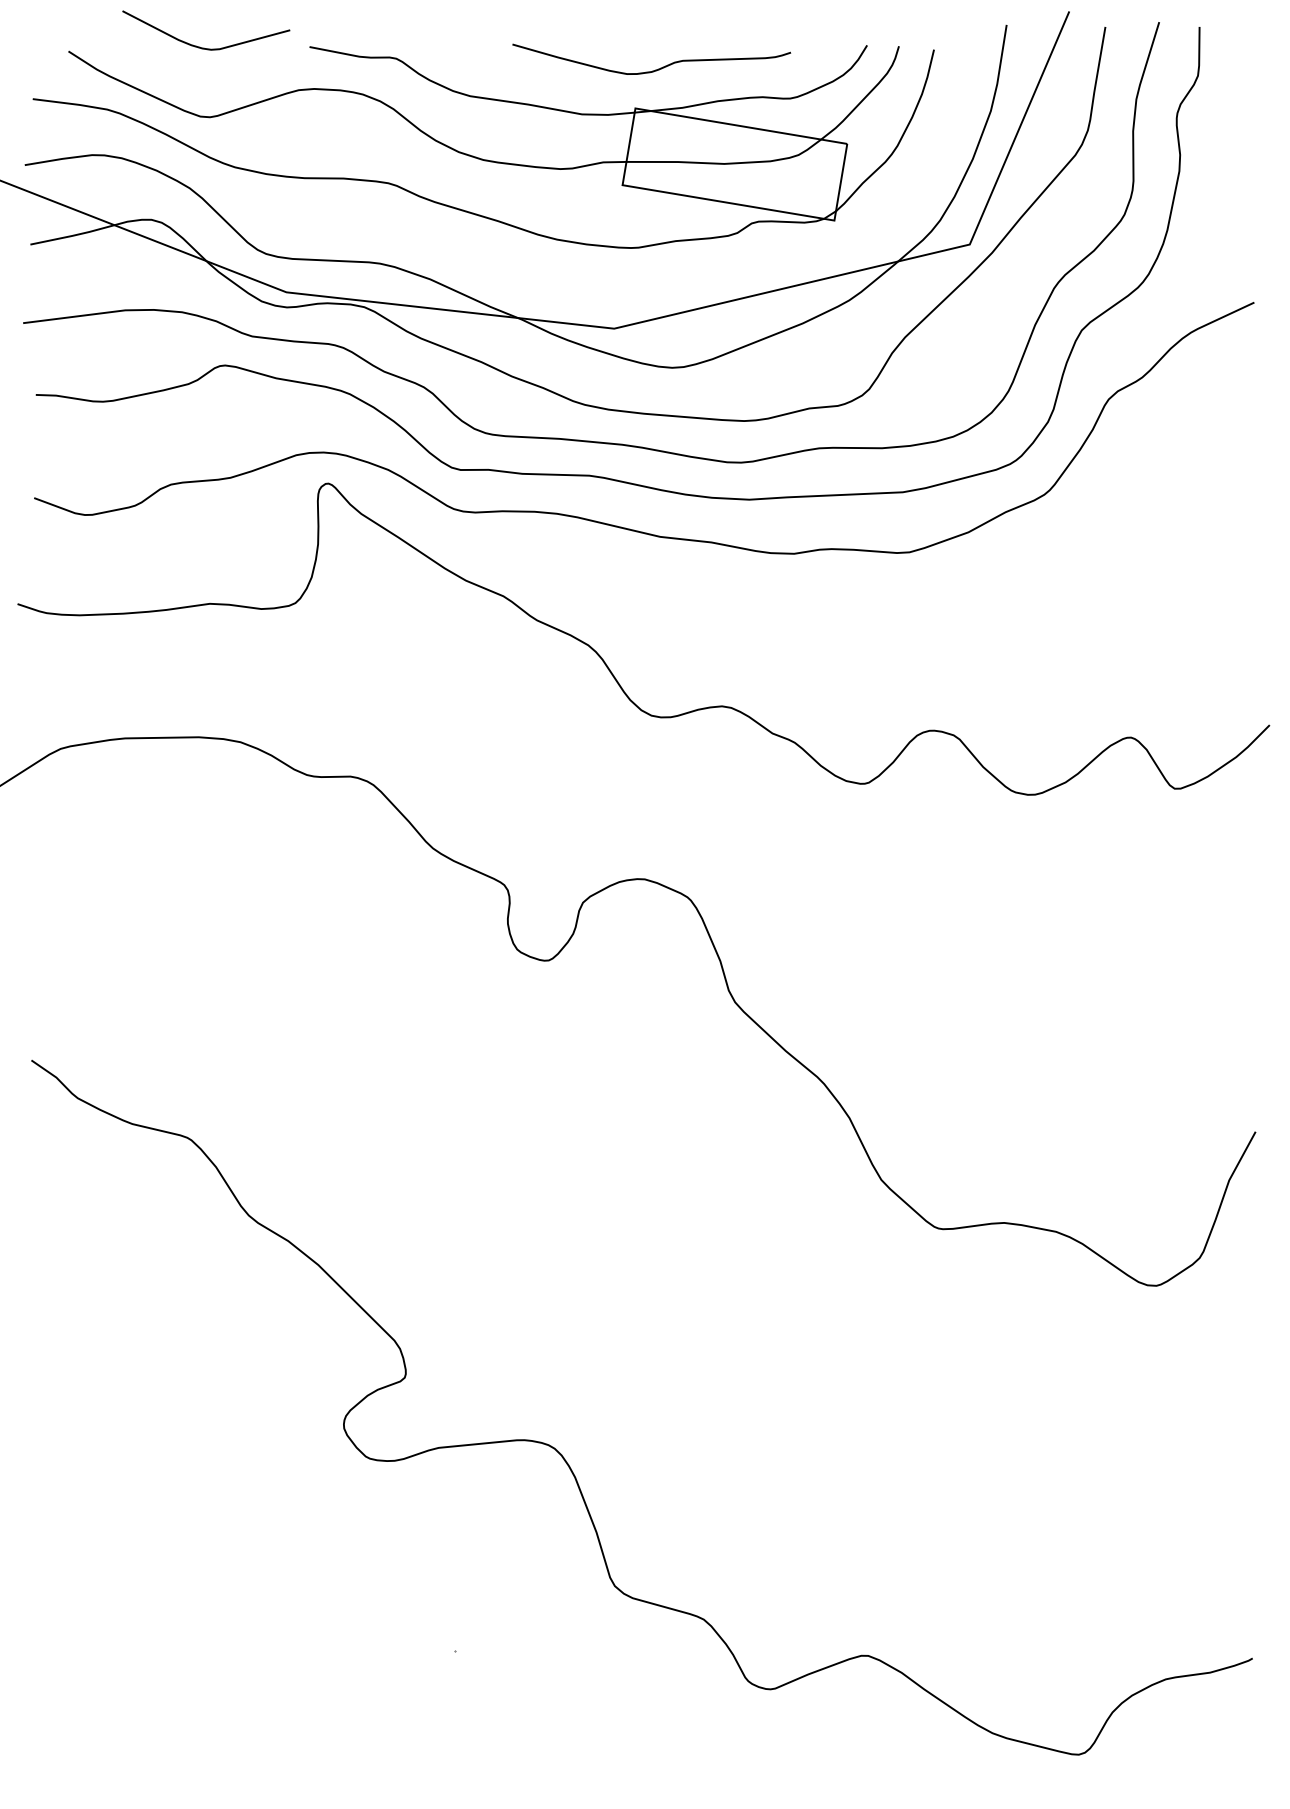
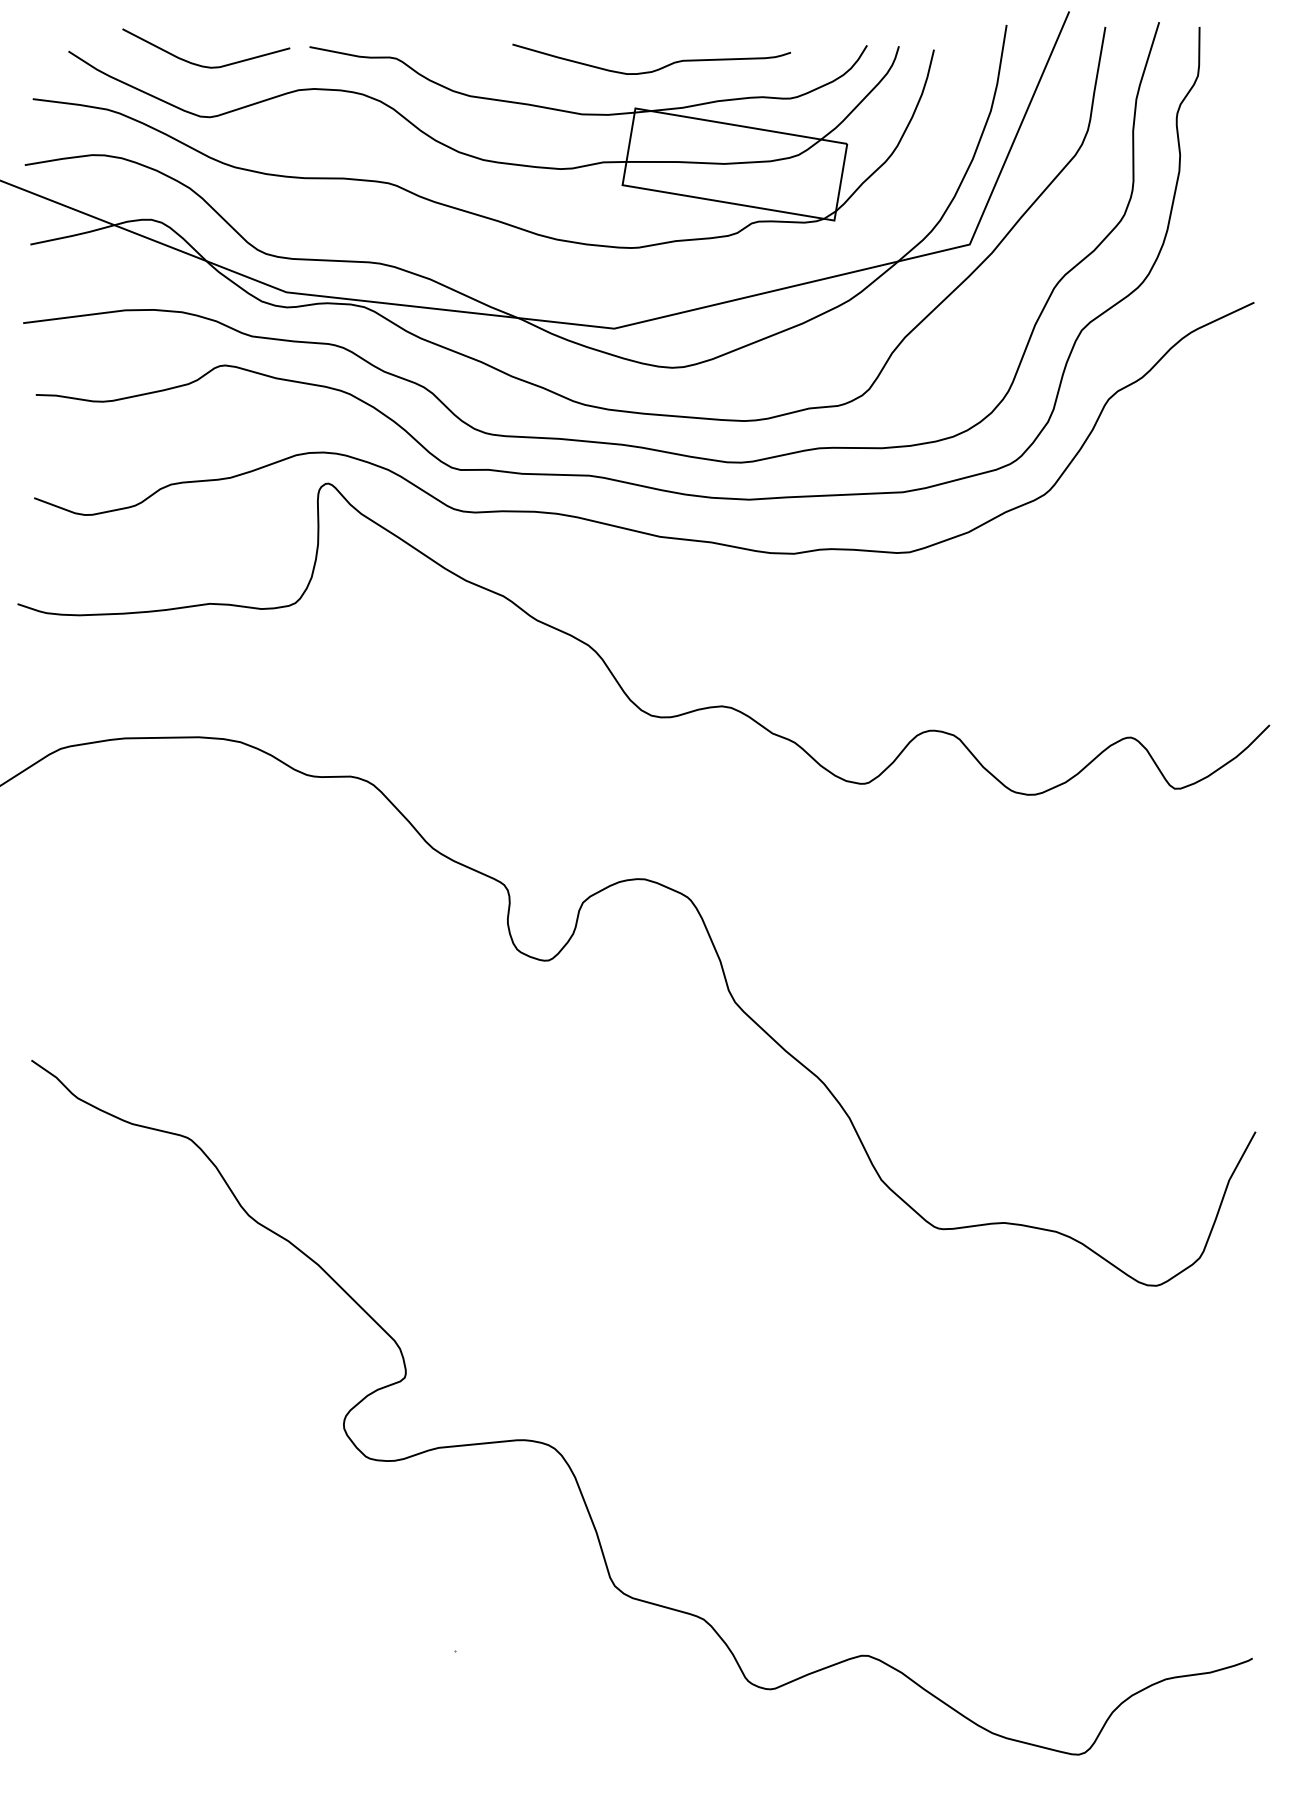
curve at (204, 47) position: (204, 47) -> (204, 65)
